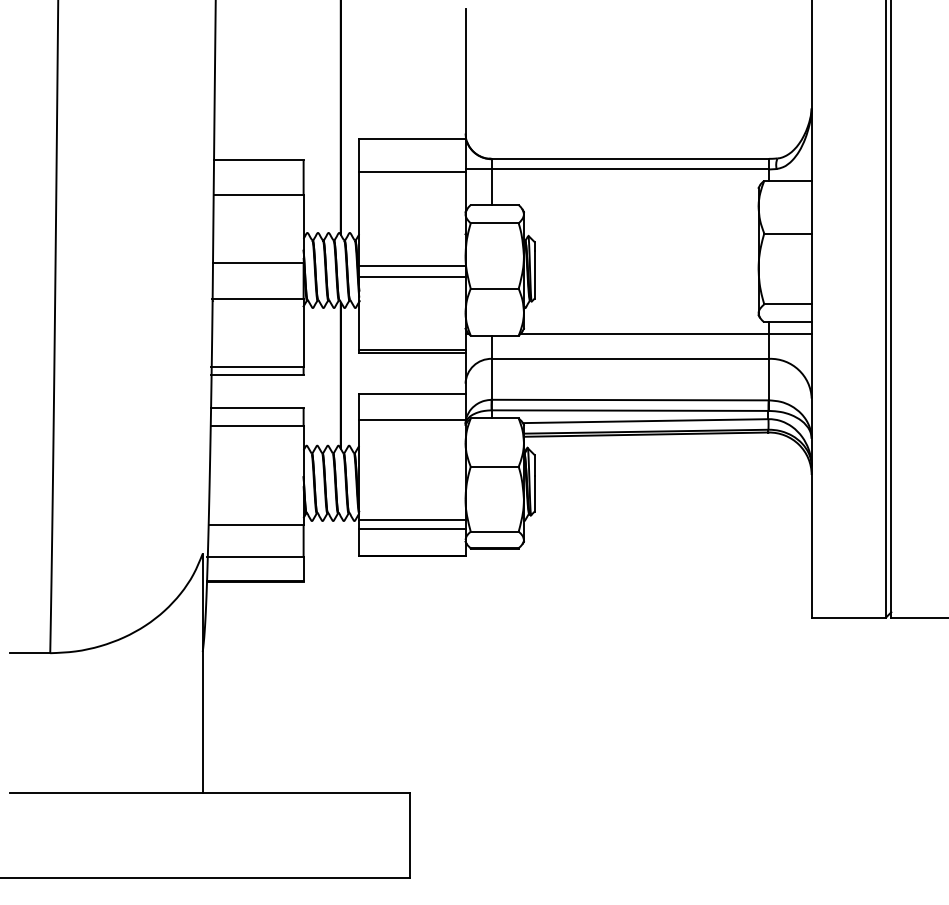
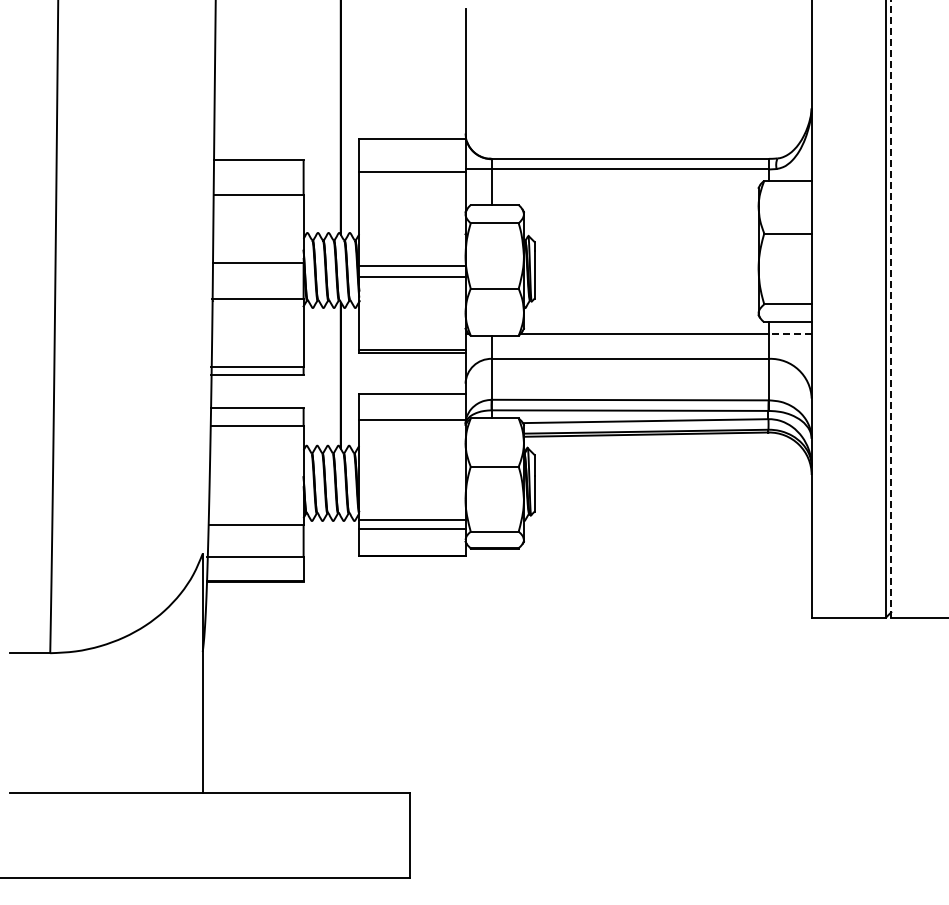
line at (891, 308): solid -> dashed
line at (789, 334): solid -> dashed
